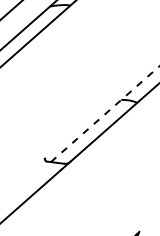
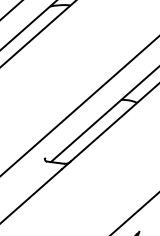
line at (79, 106): none -> present
line at (105, 113): dashed -> solid
line at (134, 213): none -> present
